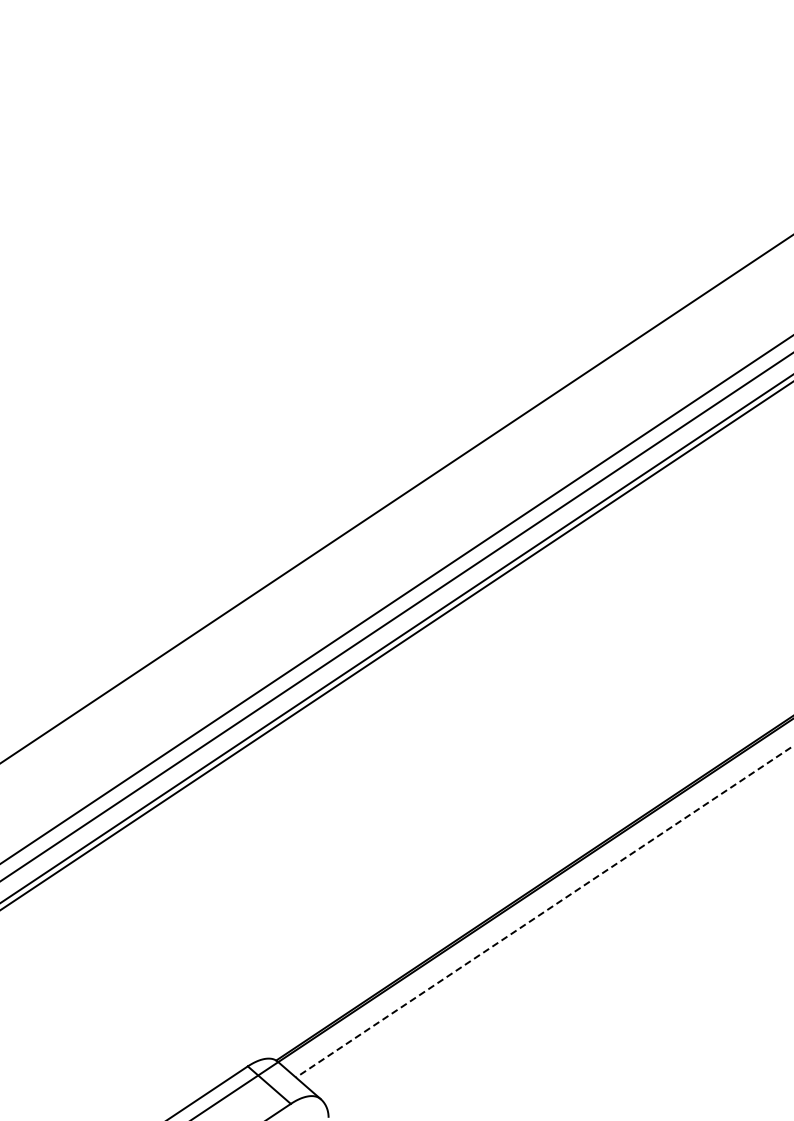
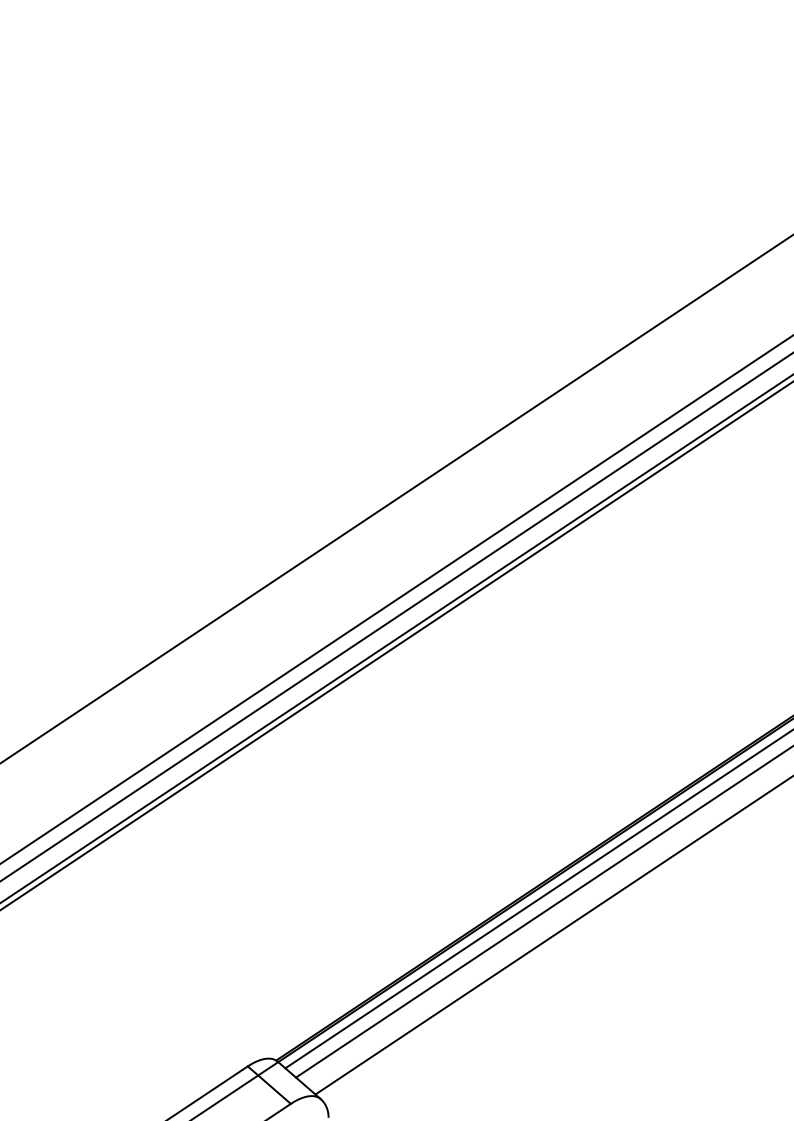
line at (537, 899): none -> present
line at (544, 911): dashed -> solid
line at (552, 935): none -> present
